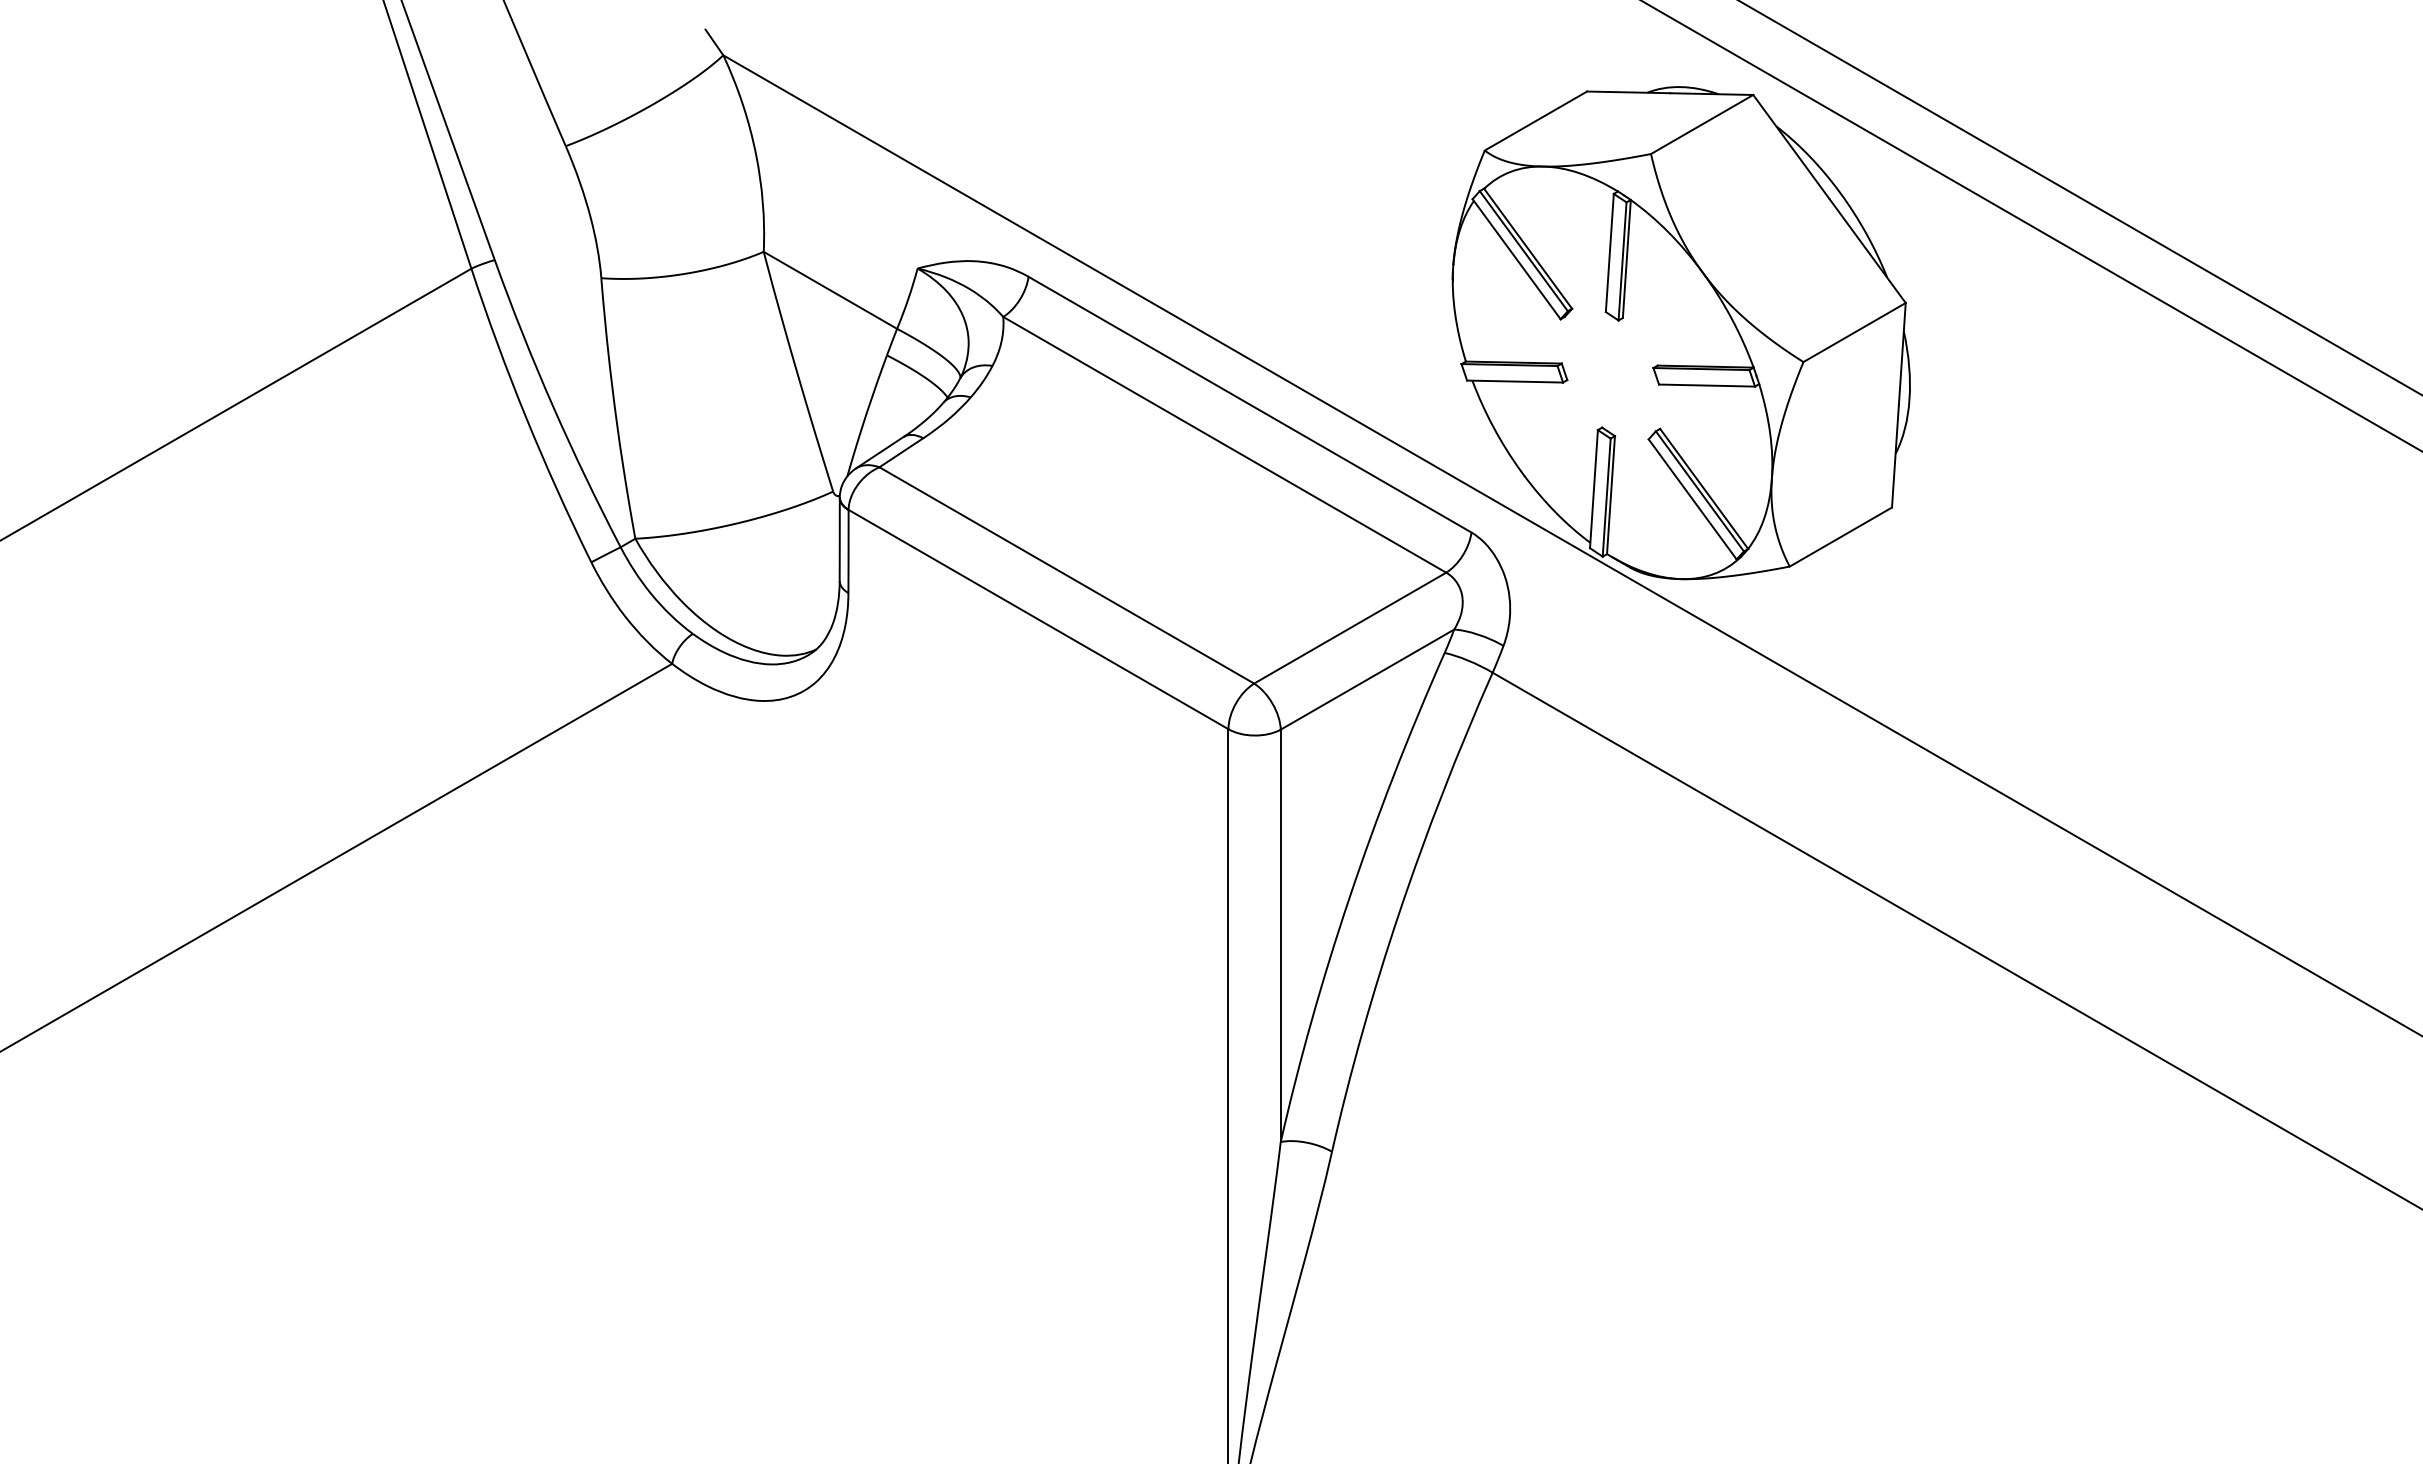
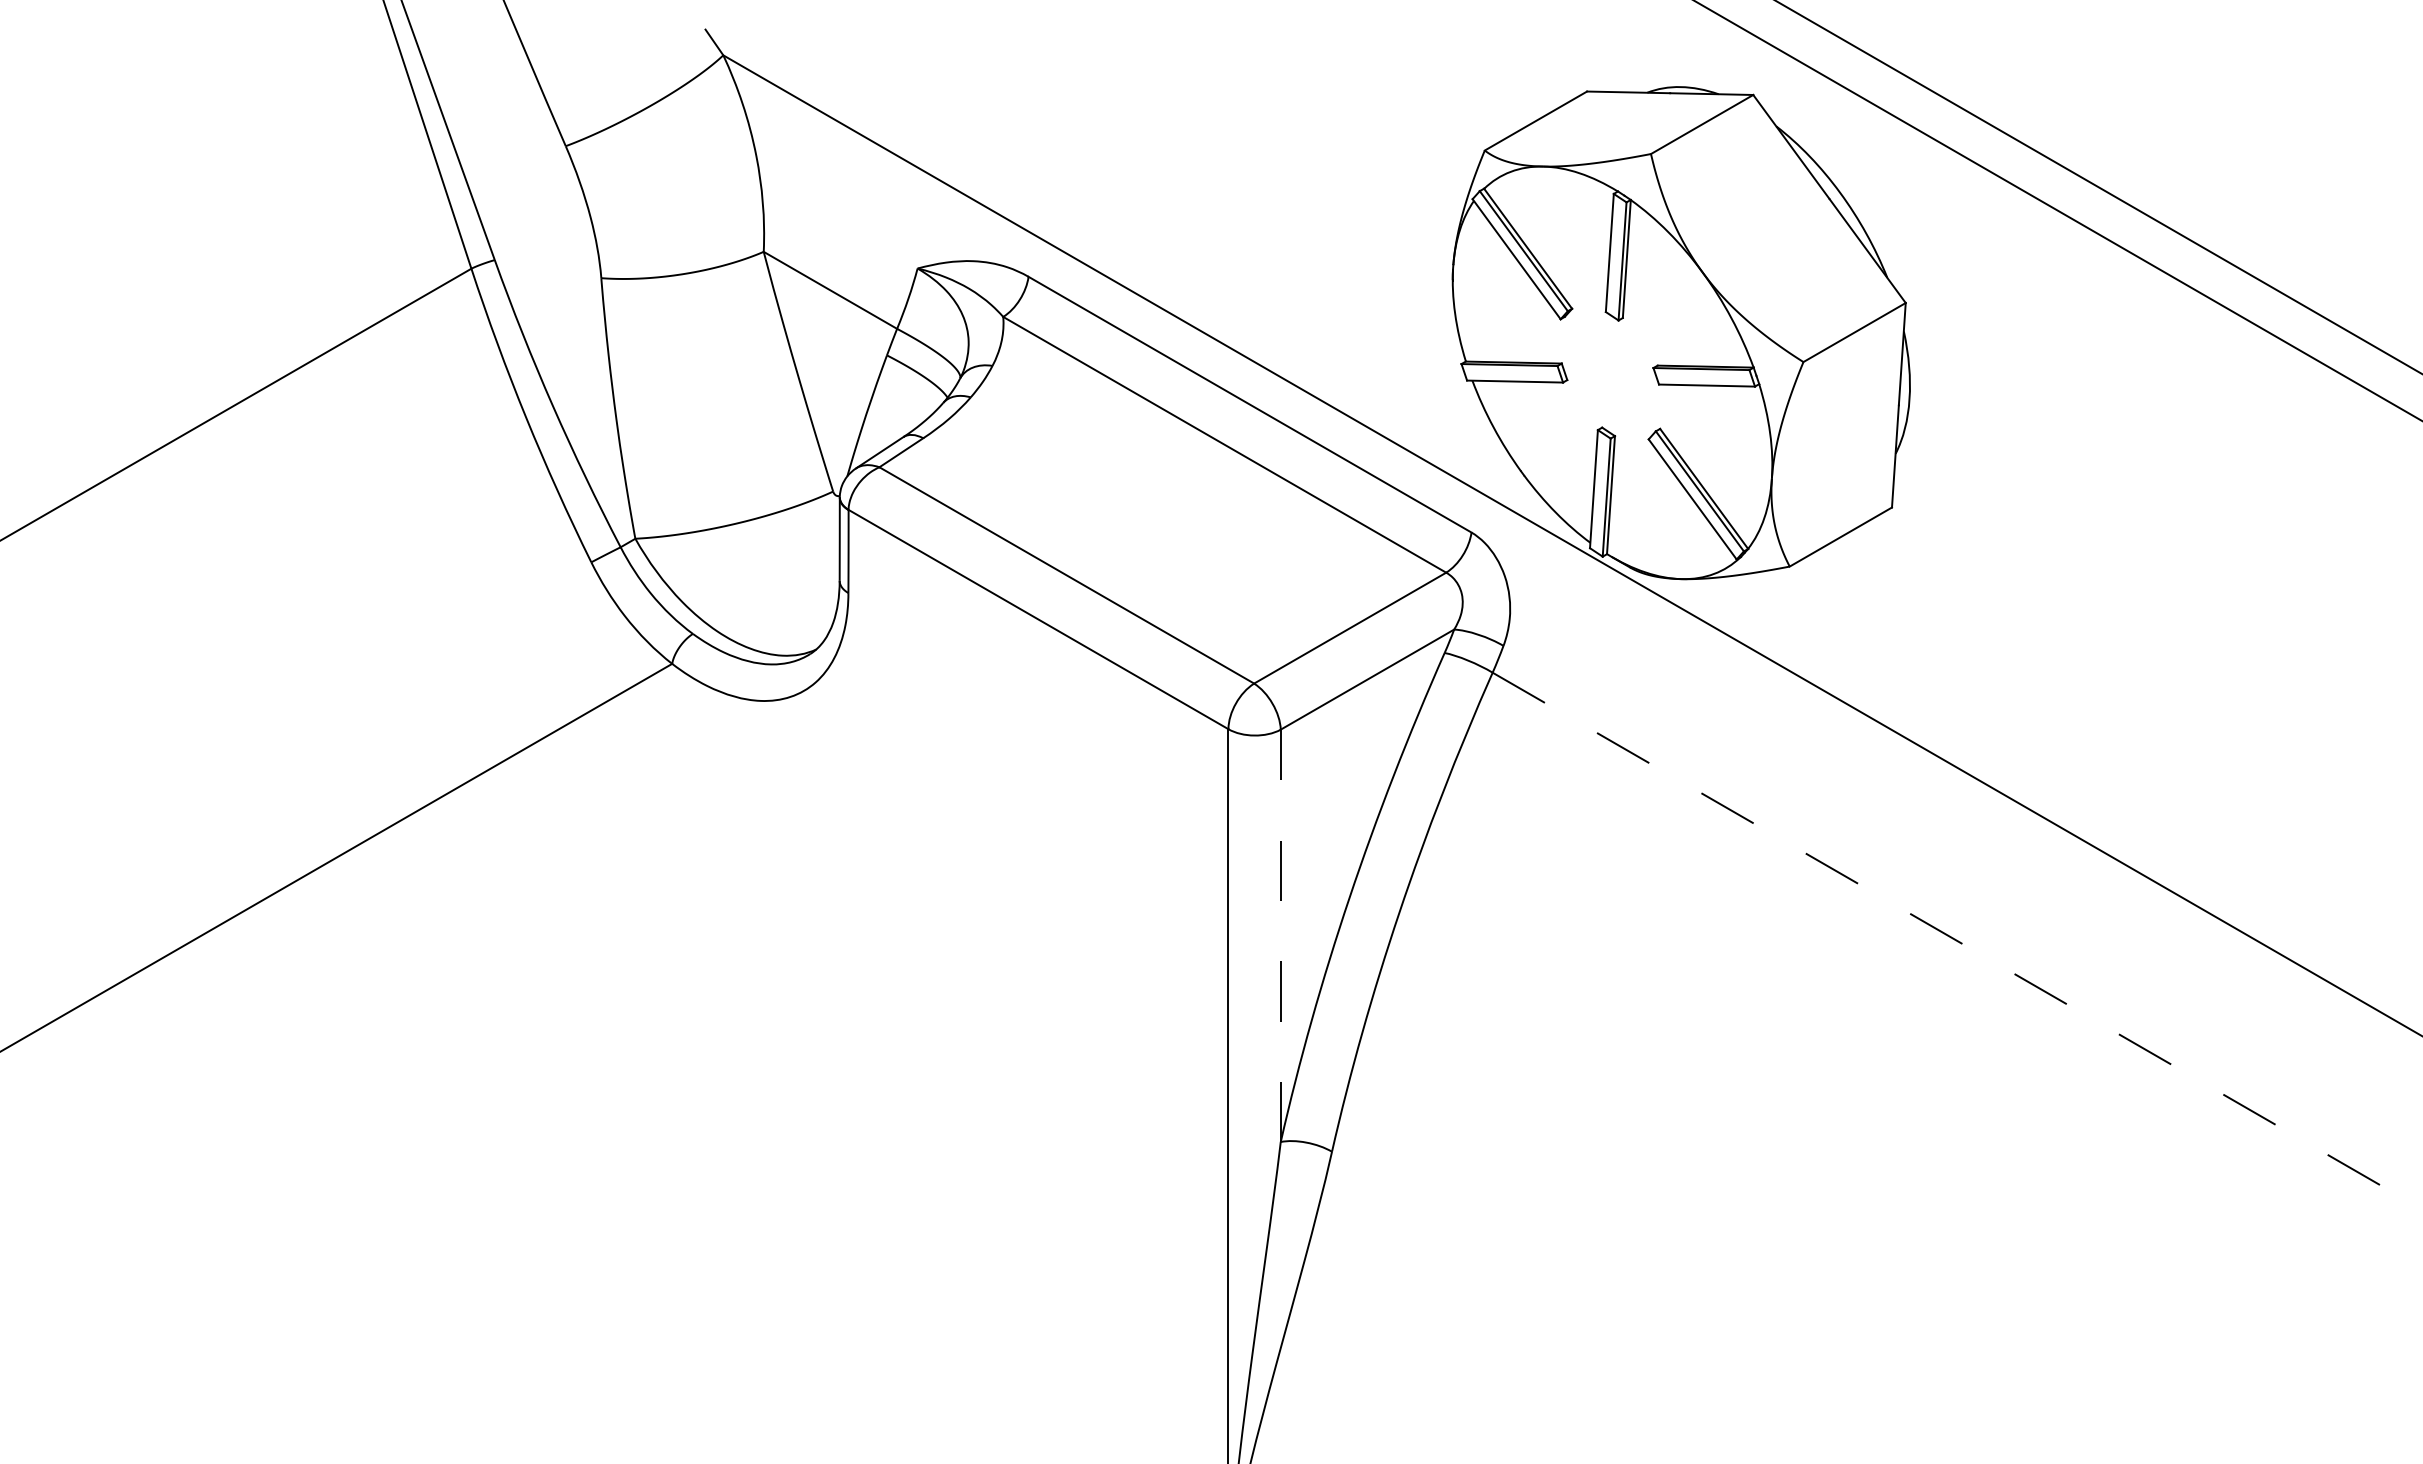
line at (2080, 197) position: (2080, 197) -> (2098, 187)
line at (2031, 226) position: (2031, 226) -> (2057, 210)
line at (1280, 935): solid -> dashed
line at (1957, 941): solid -> dashed
